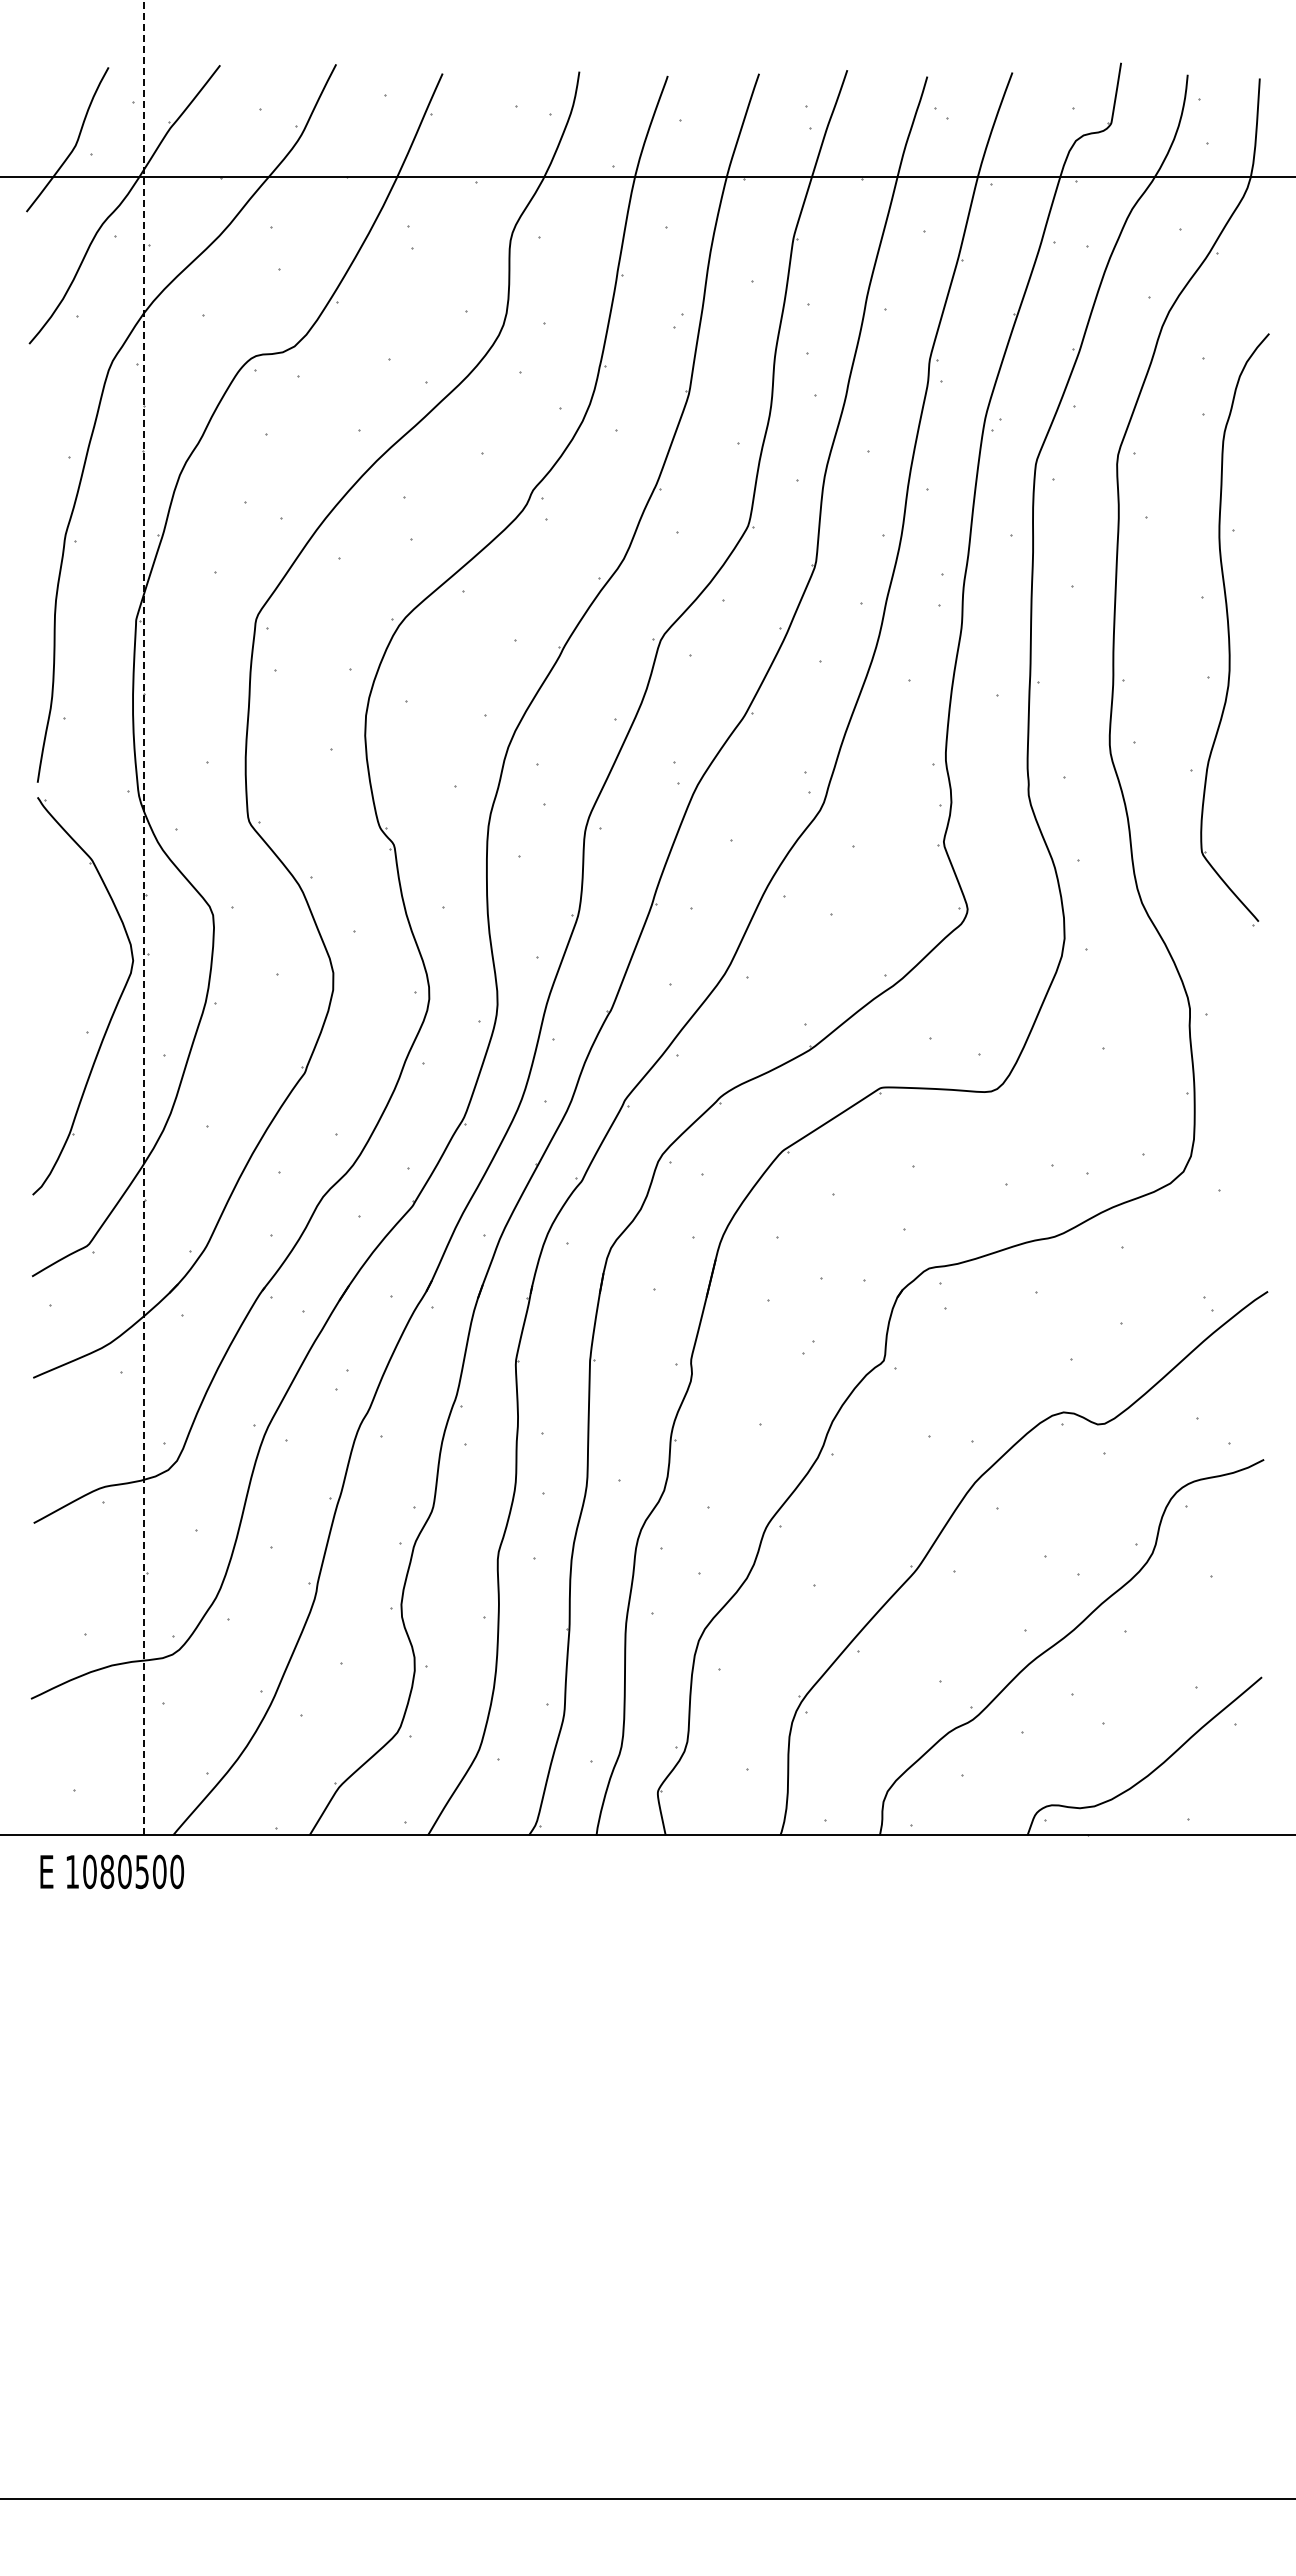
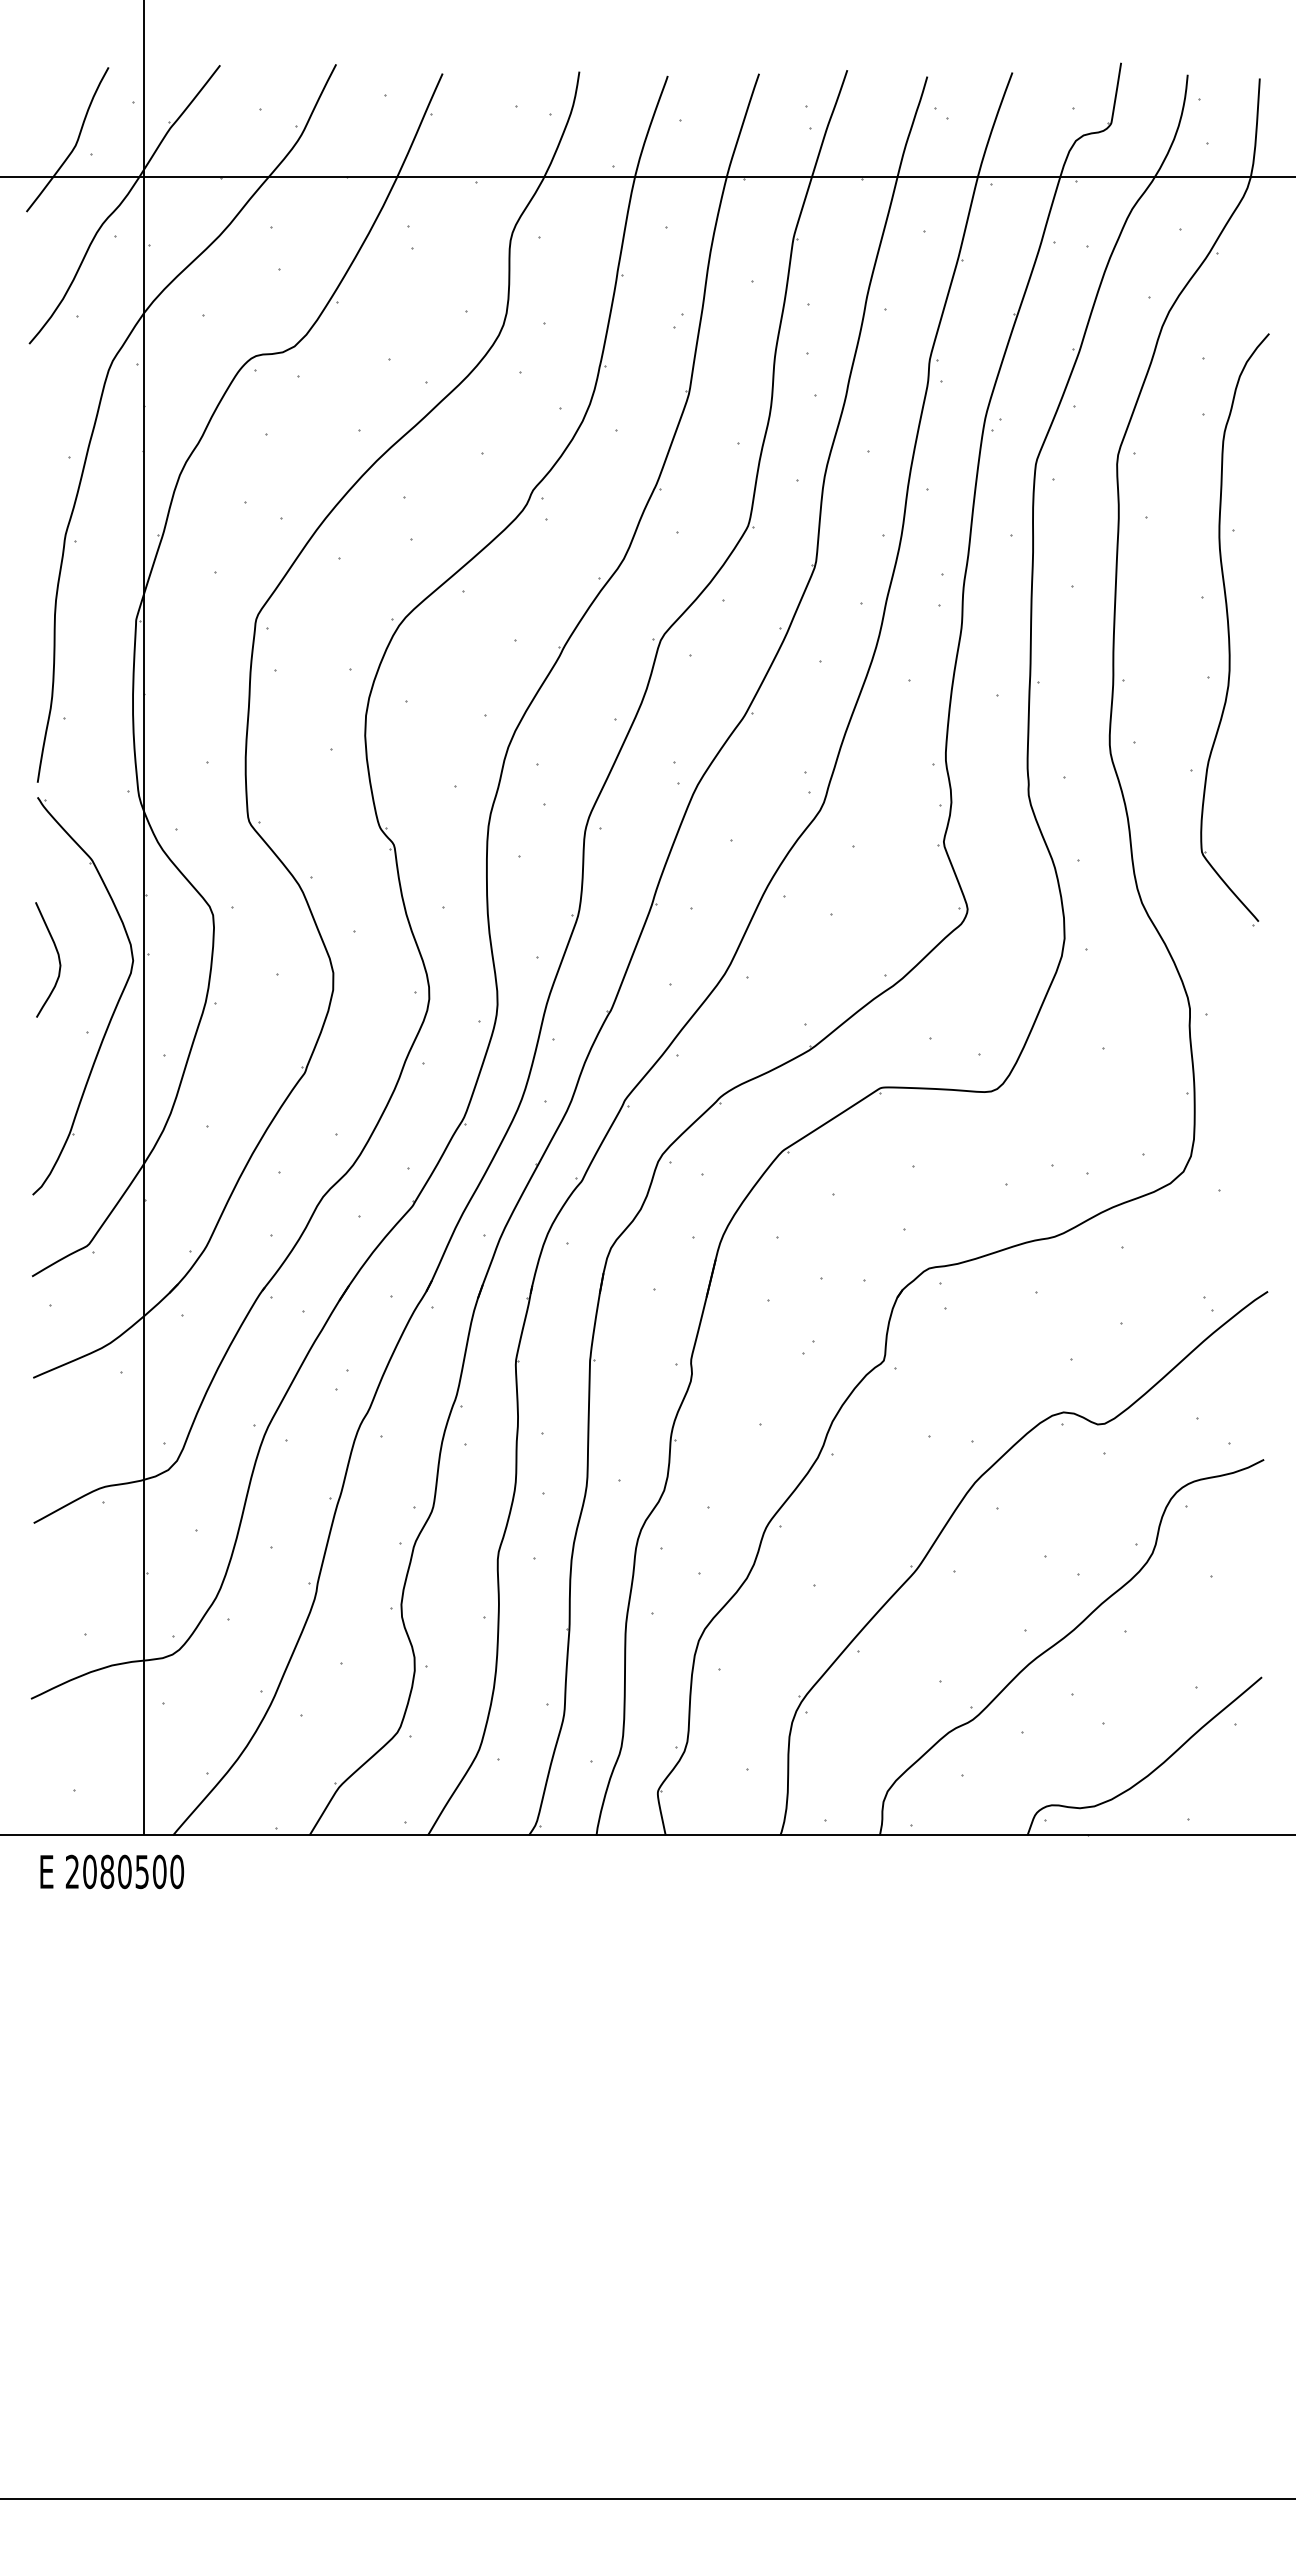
line at (143, 917): dashed -> solid
curve at (57, 955): none -> present
text at (71, 1871): 1080500 -> 2080500
